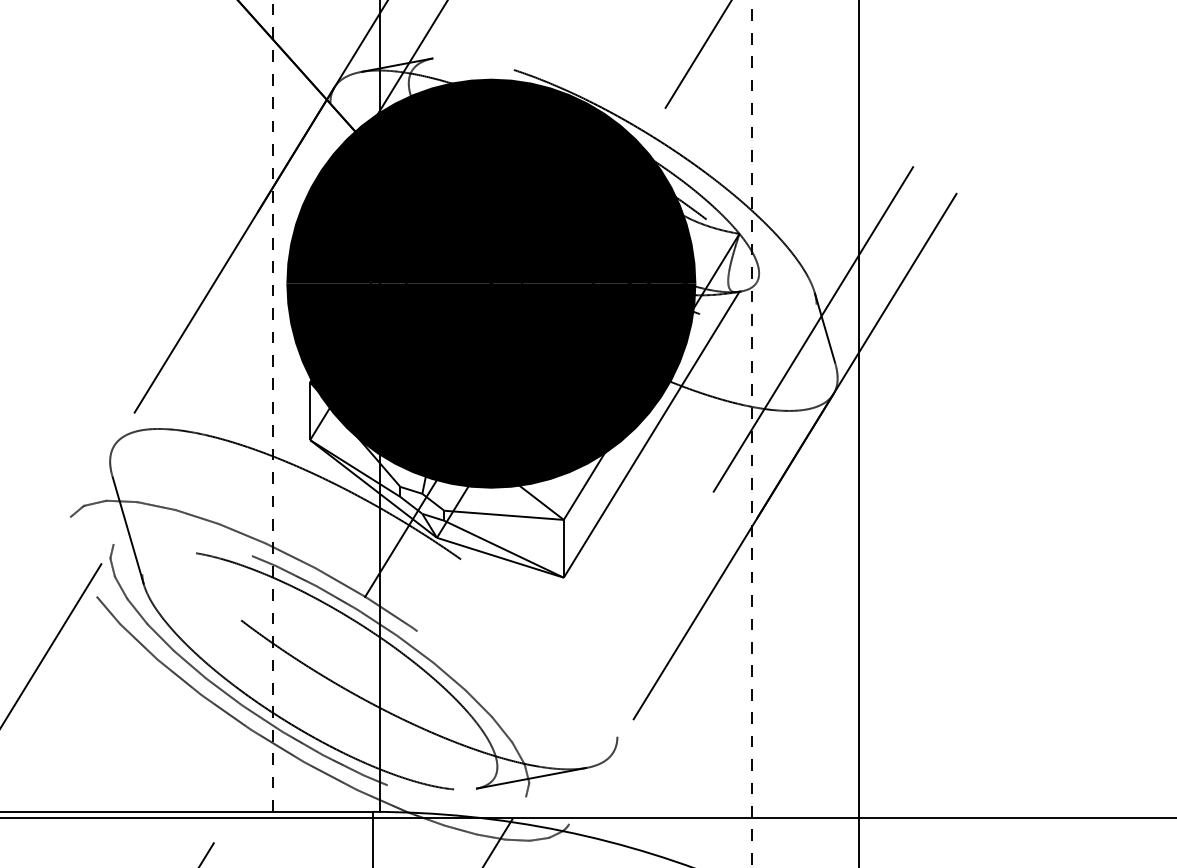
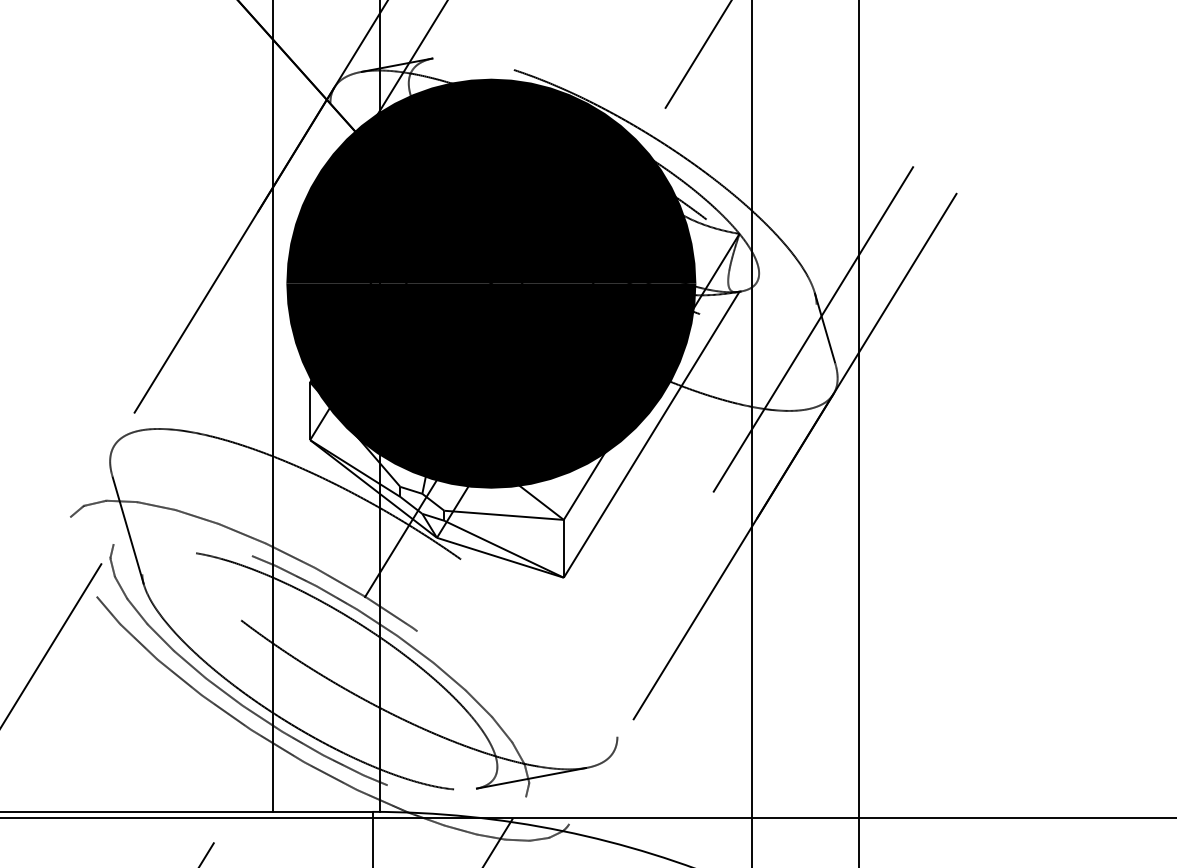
line at (272, 405): dashed -> solid
line at (751, 434): dashed -> solid
